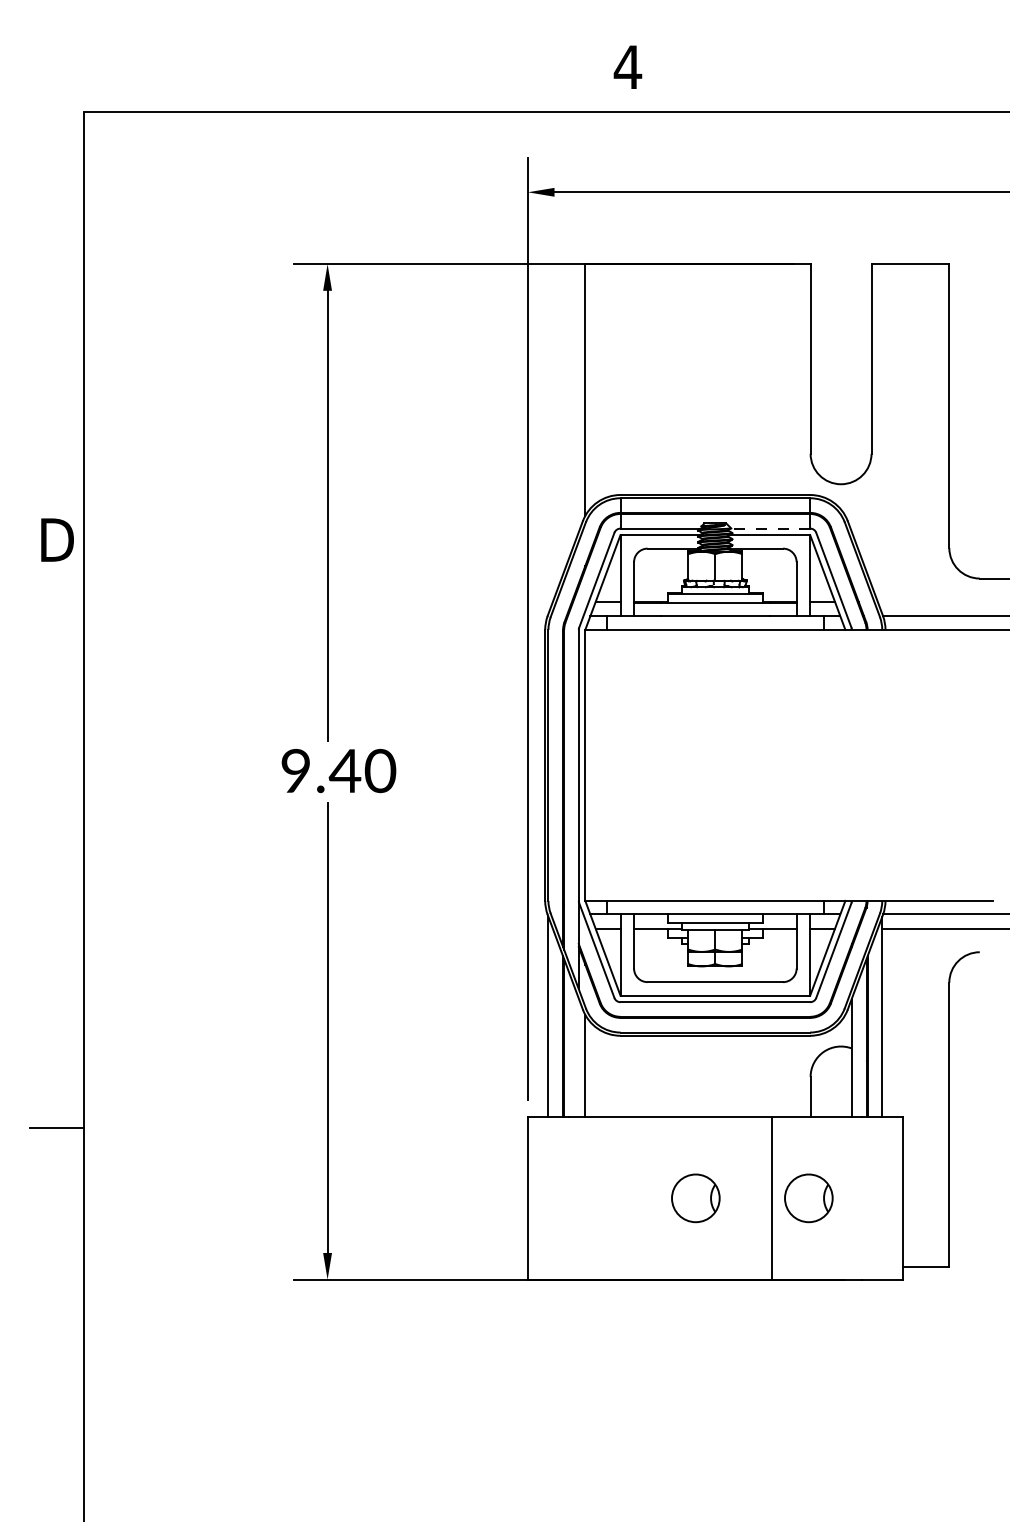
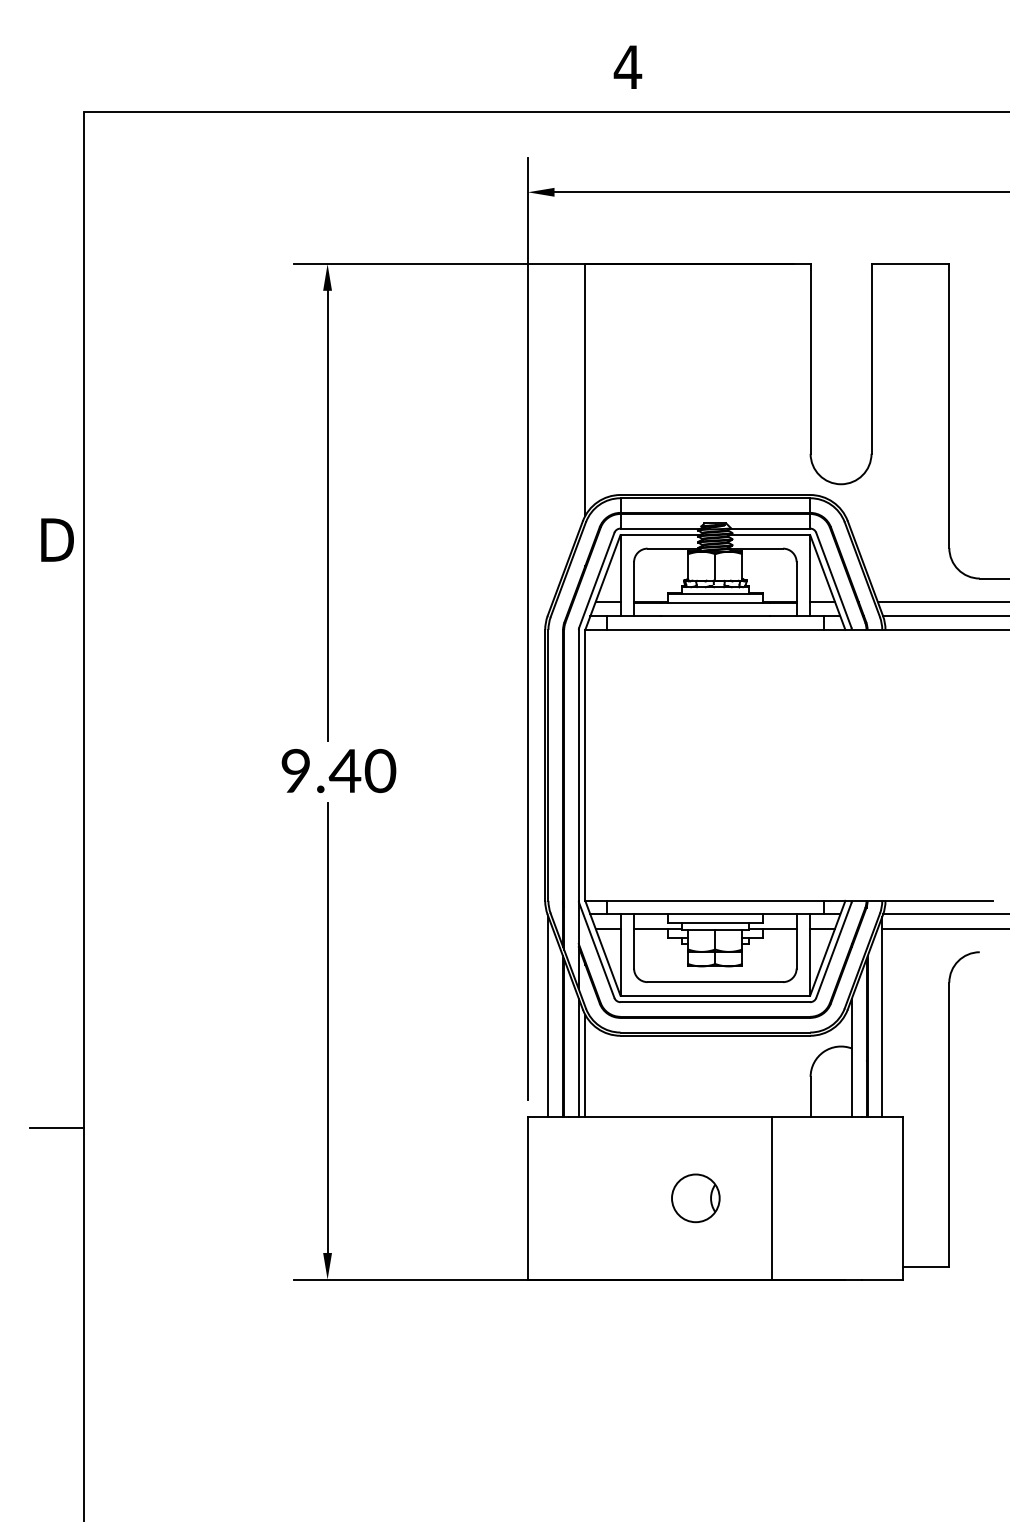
line at (770, 528): dashed -> solid
line at (941, 601): none -> present
line at (578, 1057): none -> present
part at (808, 1198): present -> none
